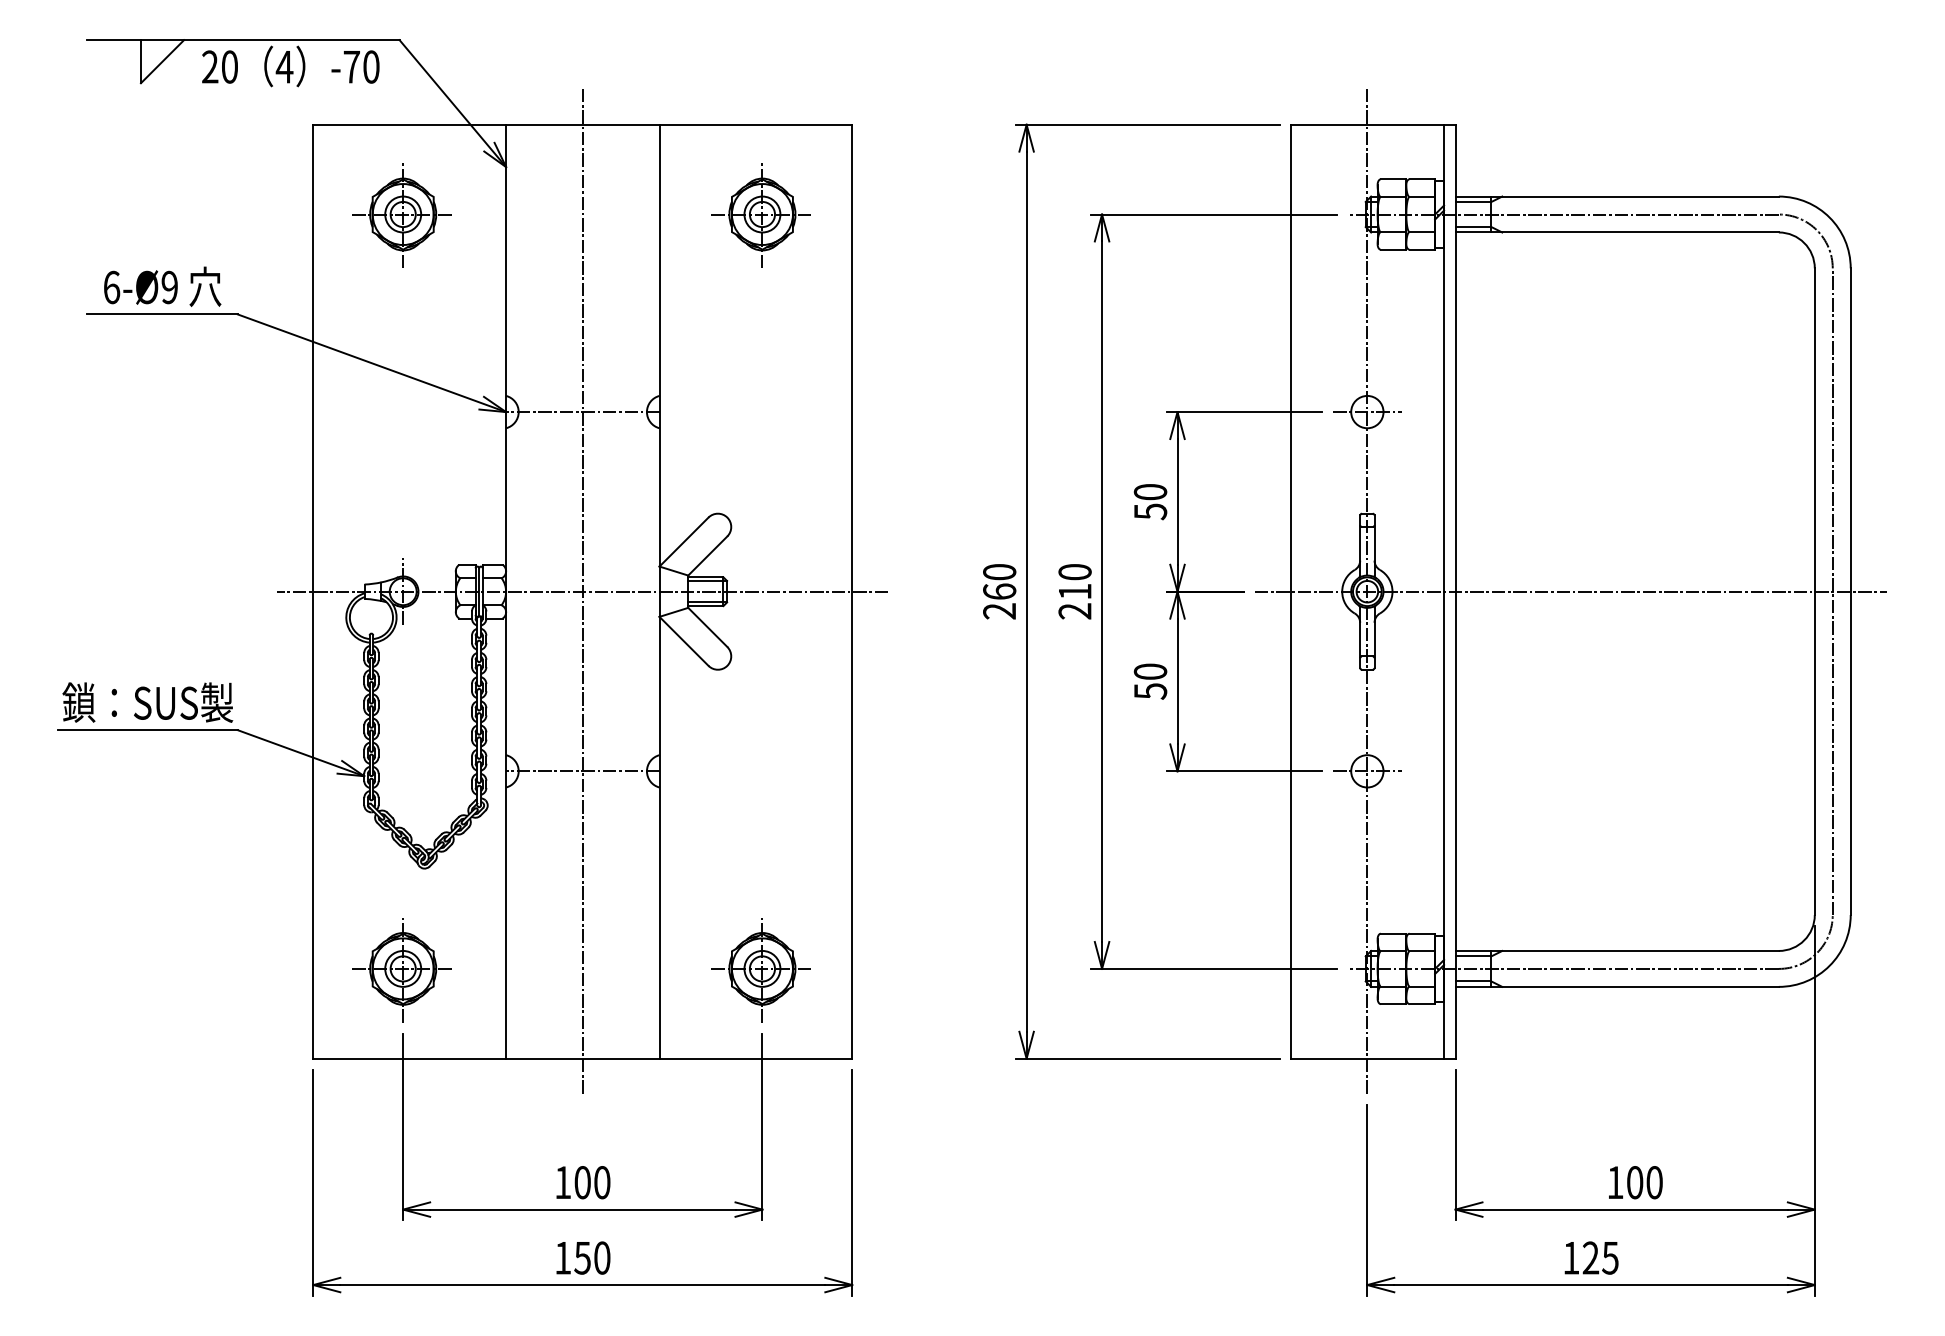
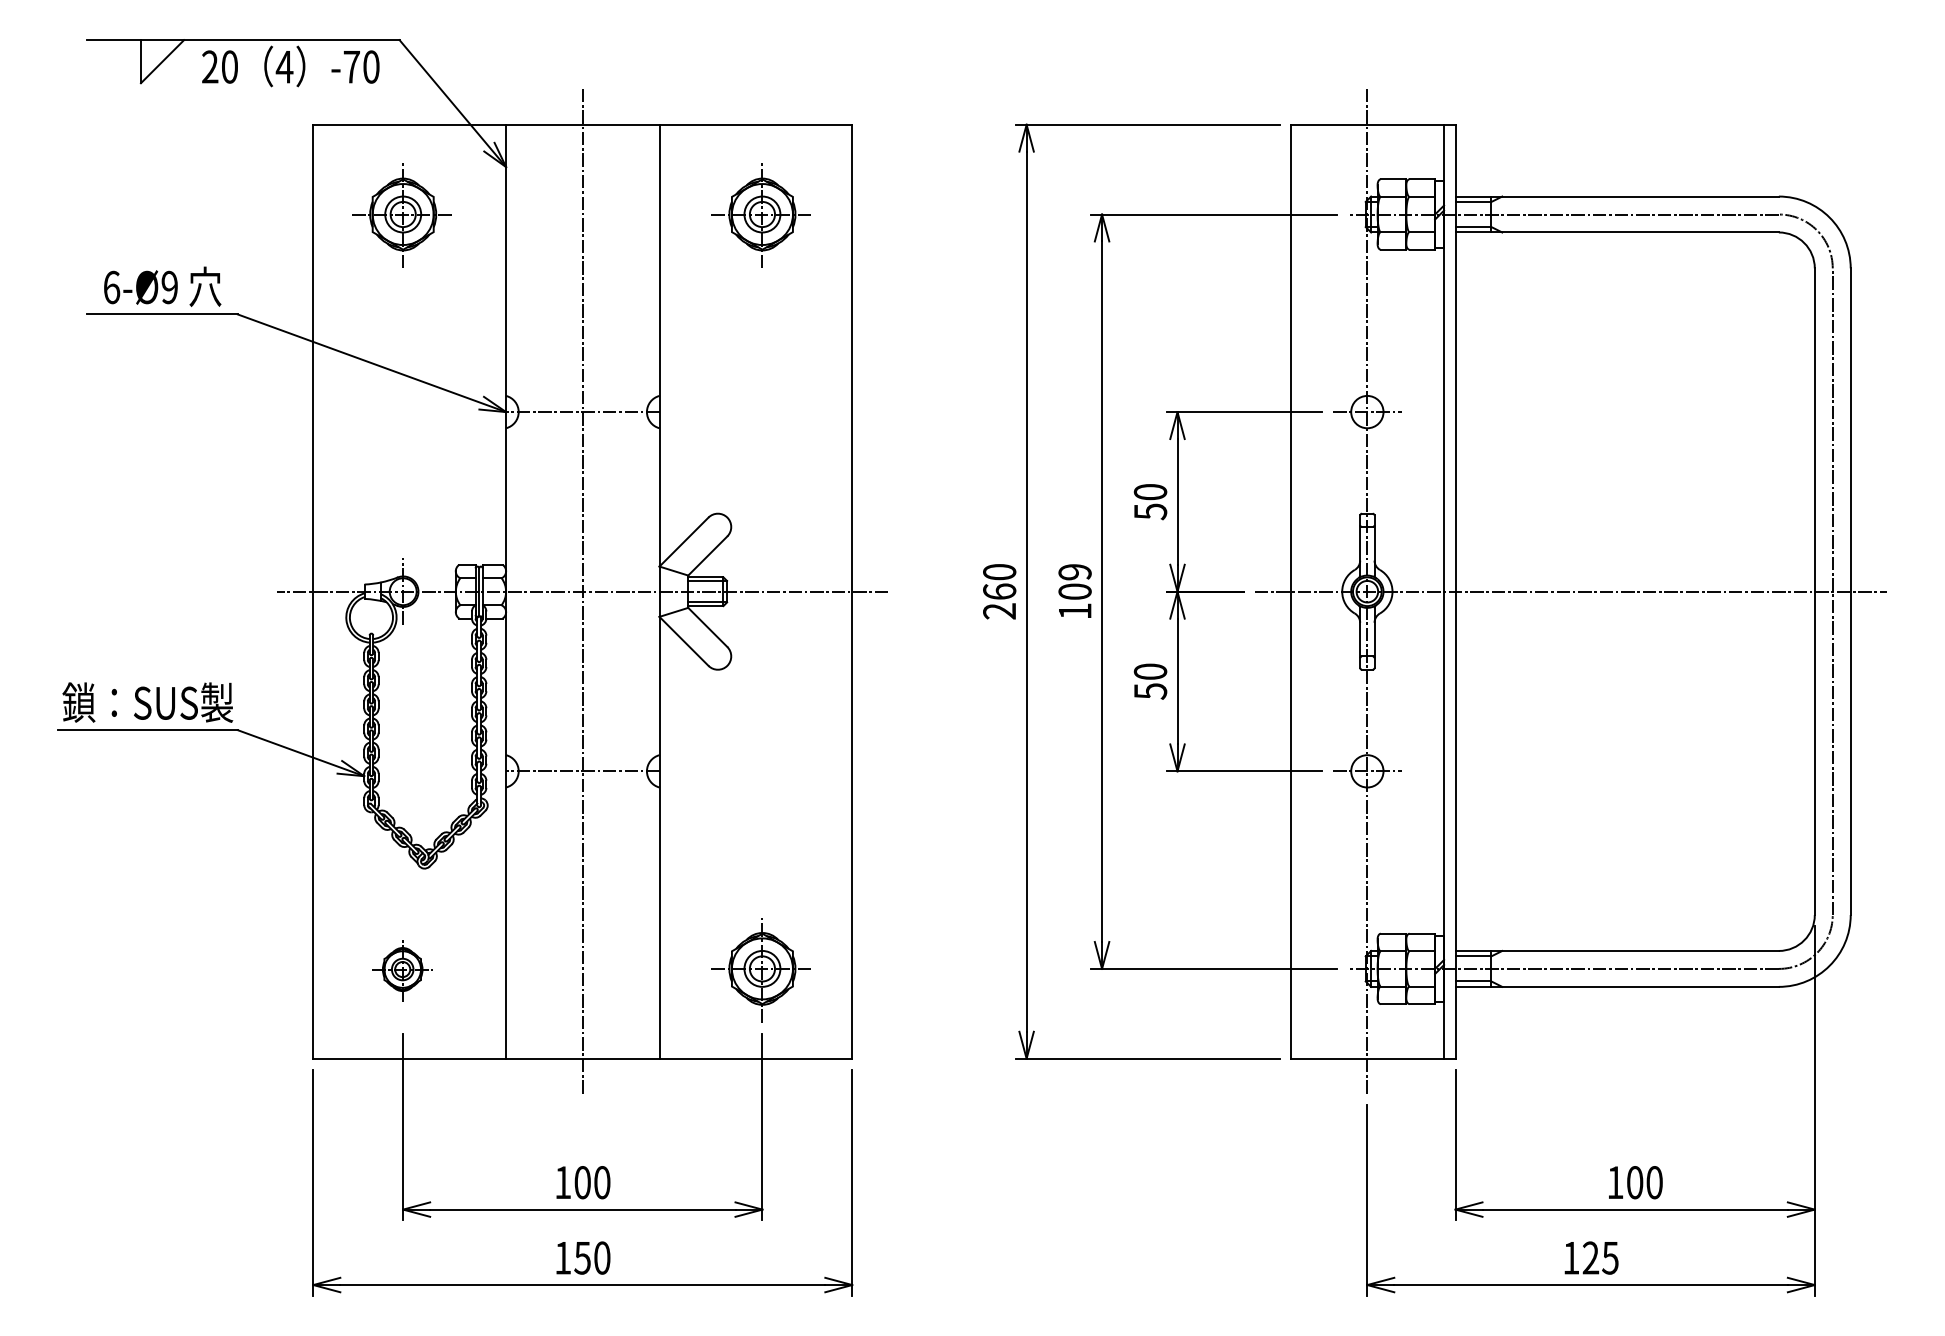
text at (1074, 591): 210 -> 109
part at (401, 970) size: 100x105 px -> 61x62 px
